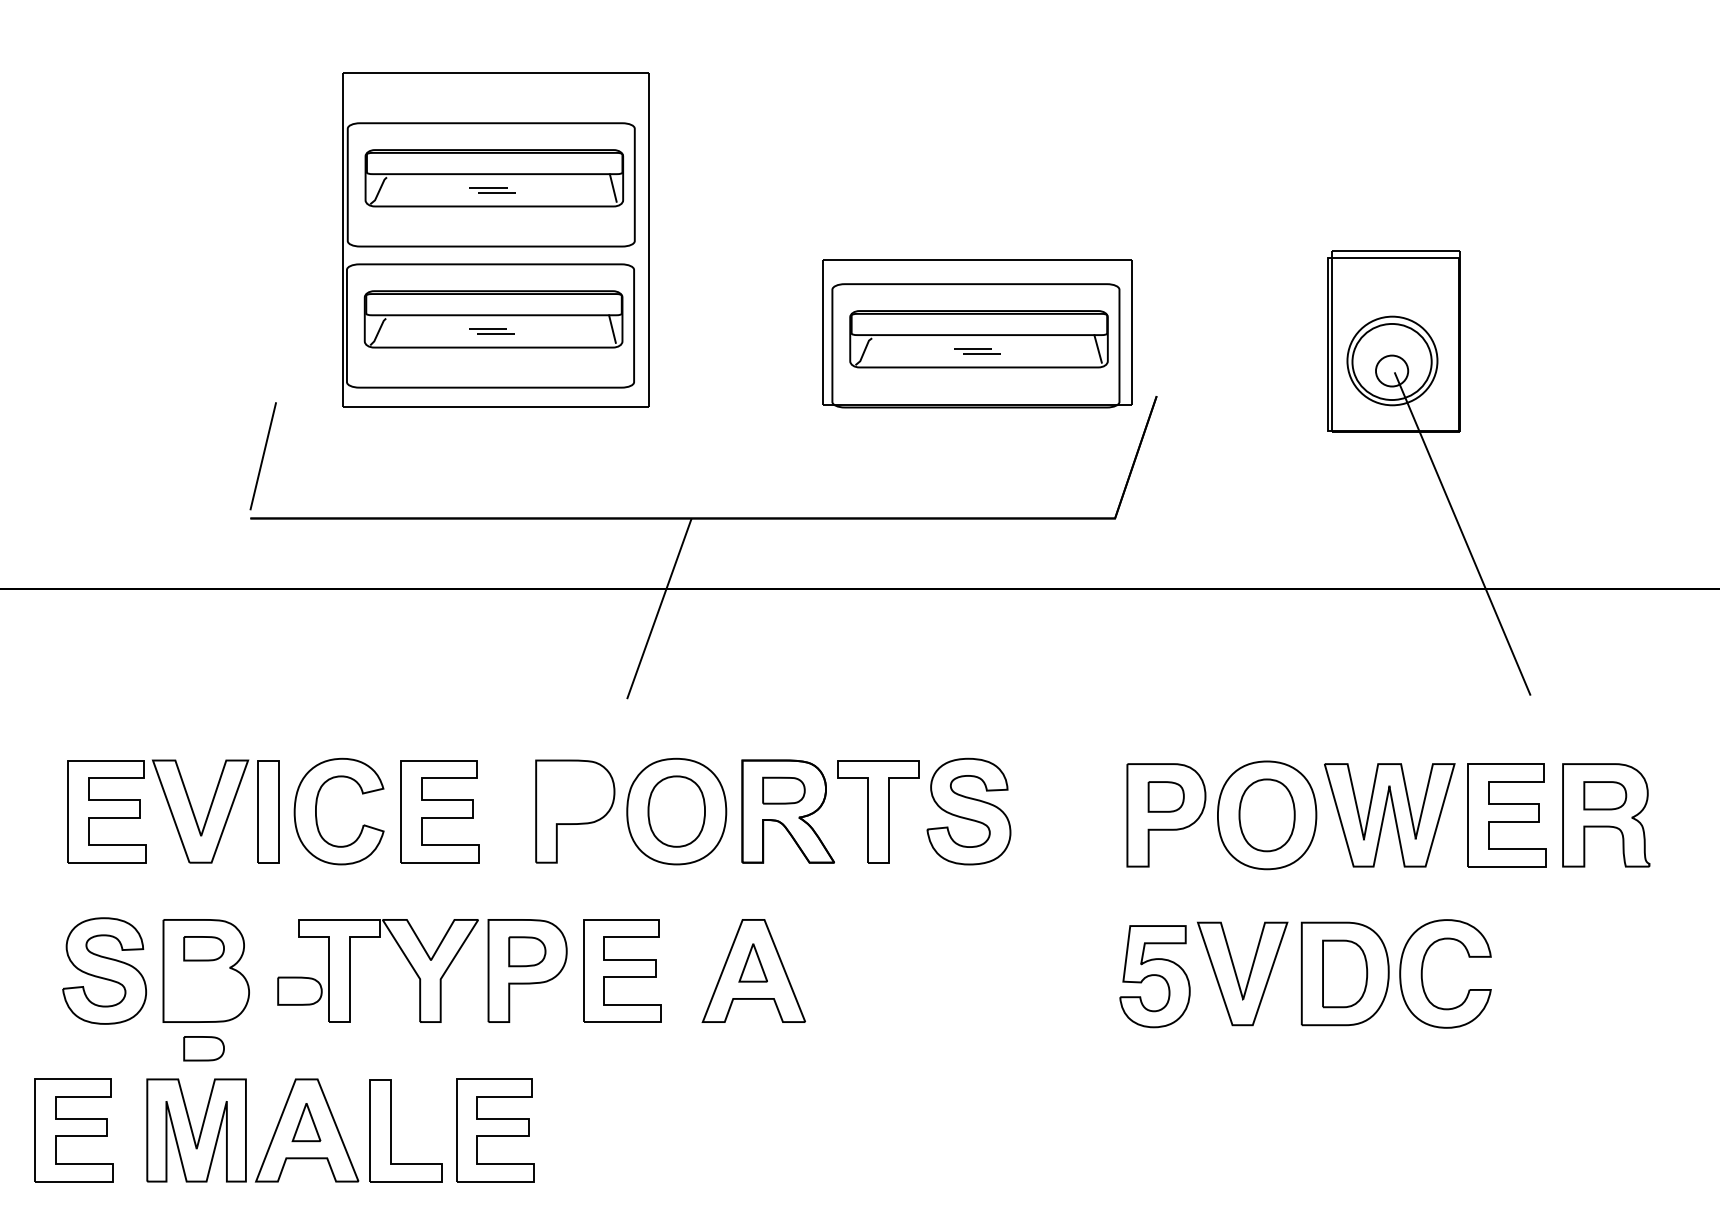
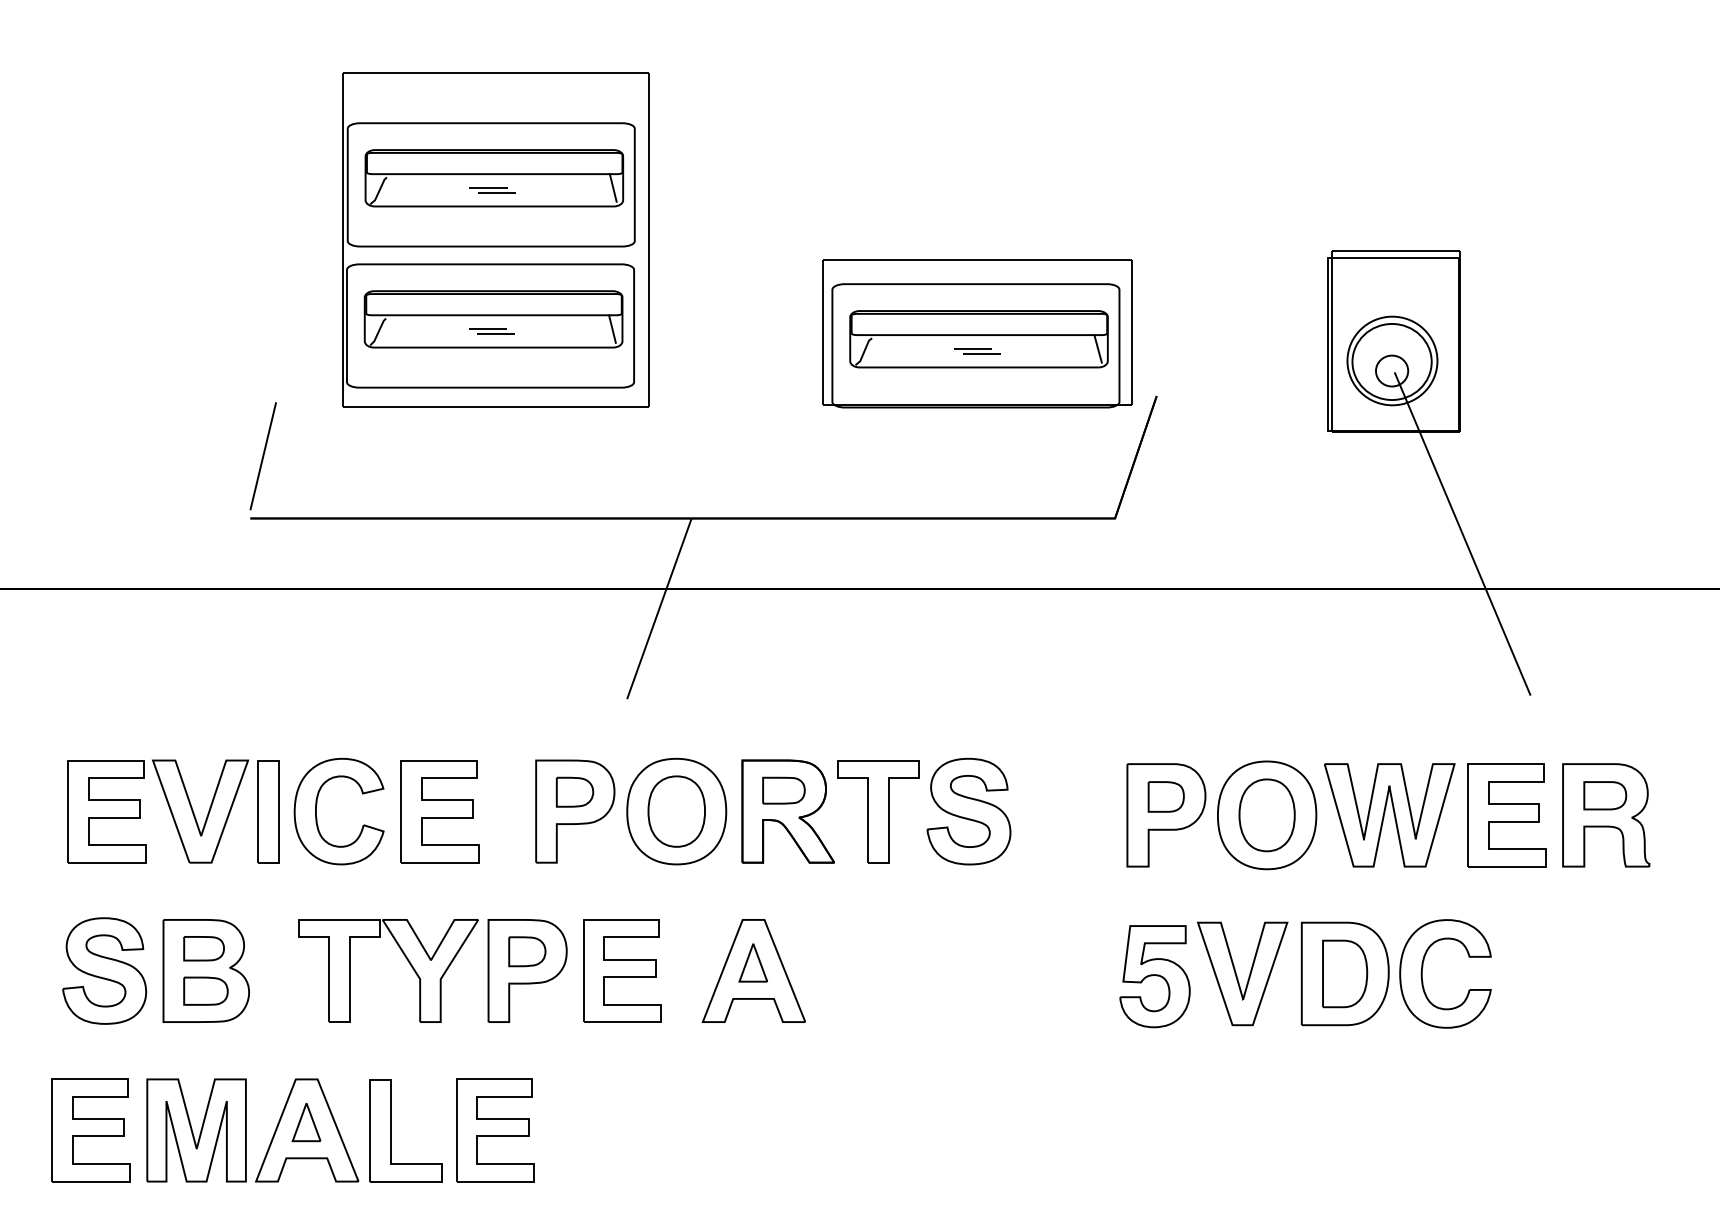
part at (574, 791): none -> present
part at (299, 990) position: (299, 990) -> (205, 990)
part at (203, 1048): present -> none
part at (73, 1130) position: (73, 1130) -> (90, 1130)
